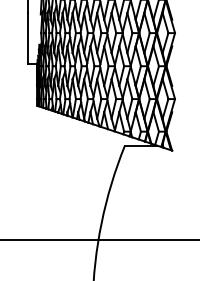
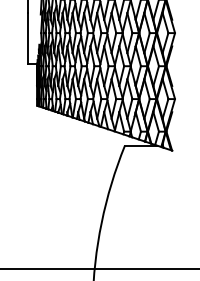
line at (99, 240) position: (99, 240) -> (99, 269)
